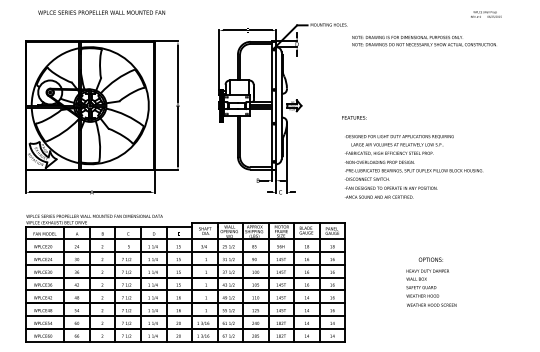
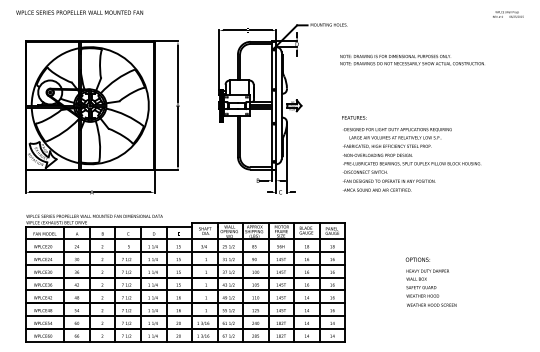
text at (101, 12) position: (101, 12) -> (79, 12)
text at (486, 14) position: (486, 14) -> (508, 14)
text at (423, 41) position: (423, 41) -> (411, 60)
text at (413, 166) position: (413, 166) -> (411, 159)
text at (430, 259) position: (430, 259) -> (417, 259)
